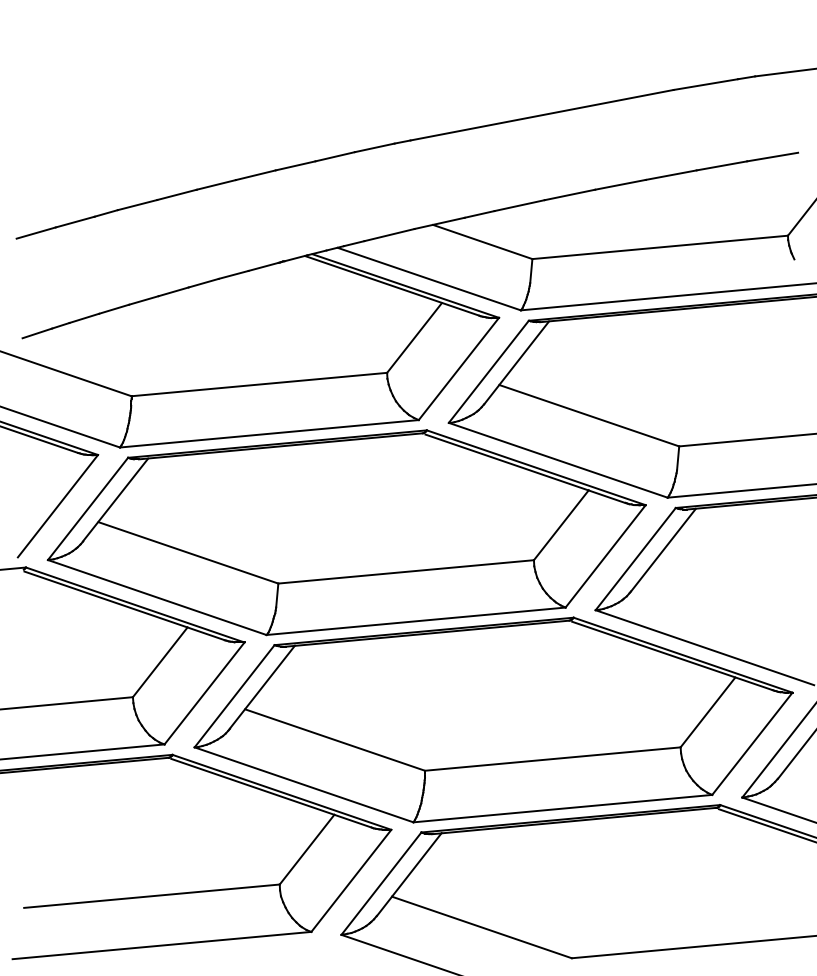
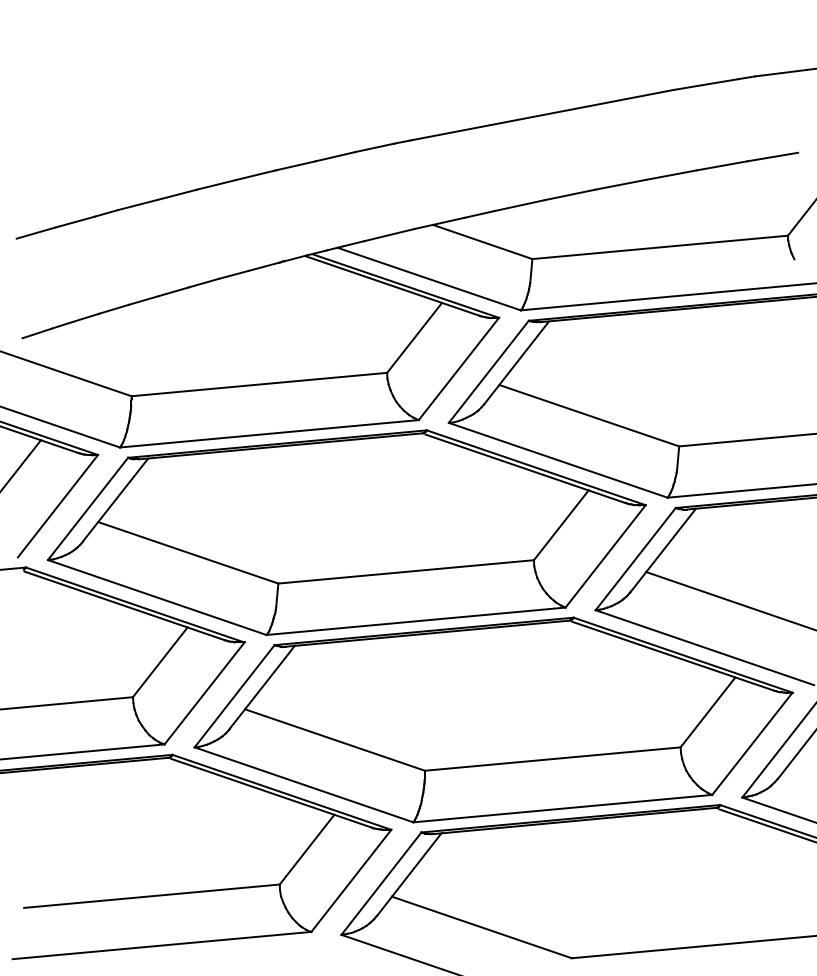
line at (21, 464): none -> present
line at (729, 600): none -> present
